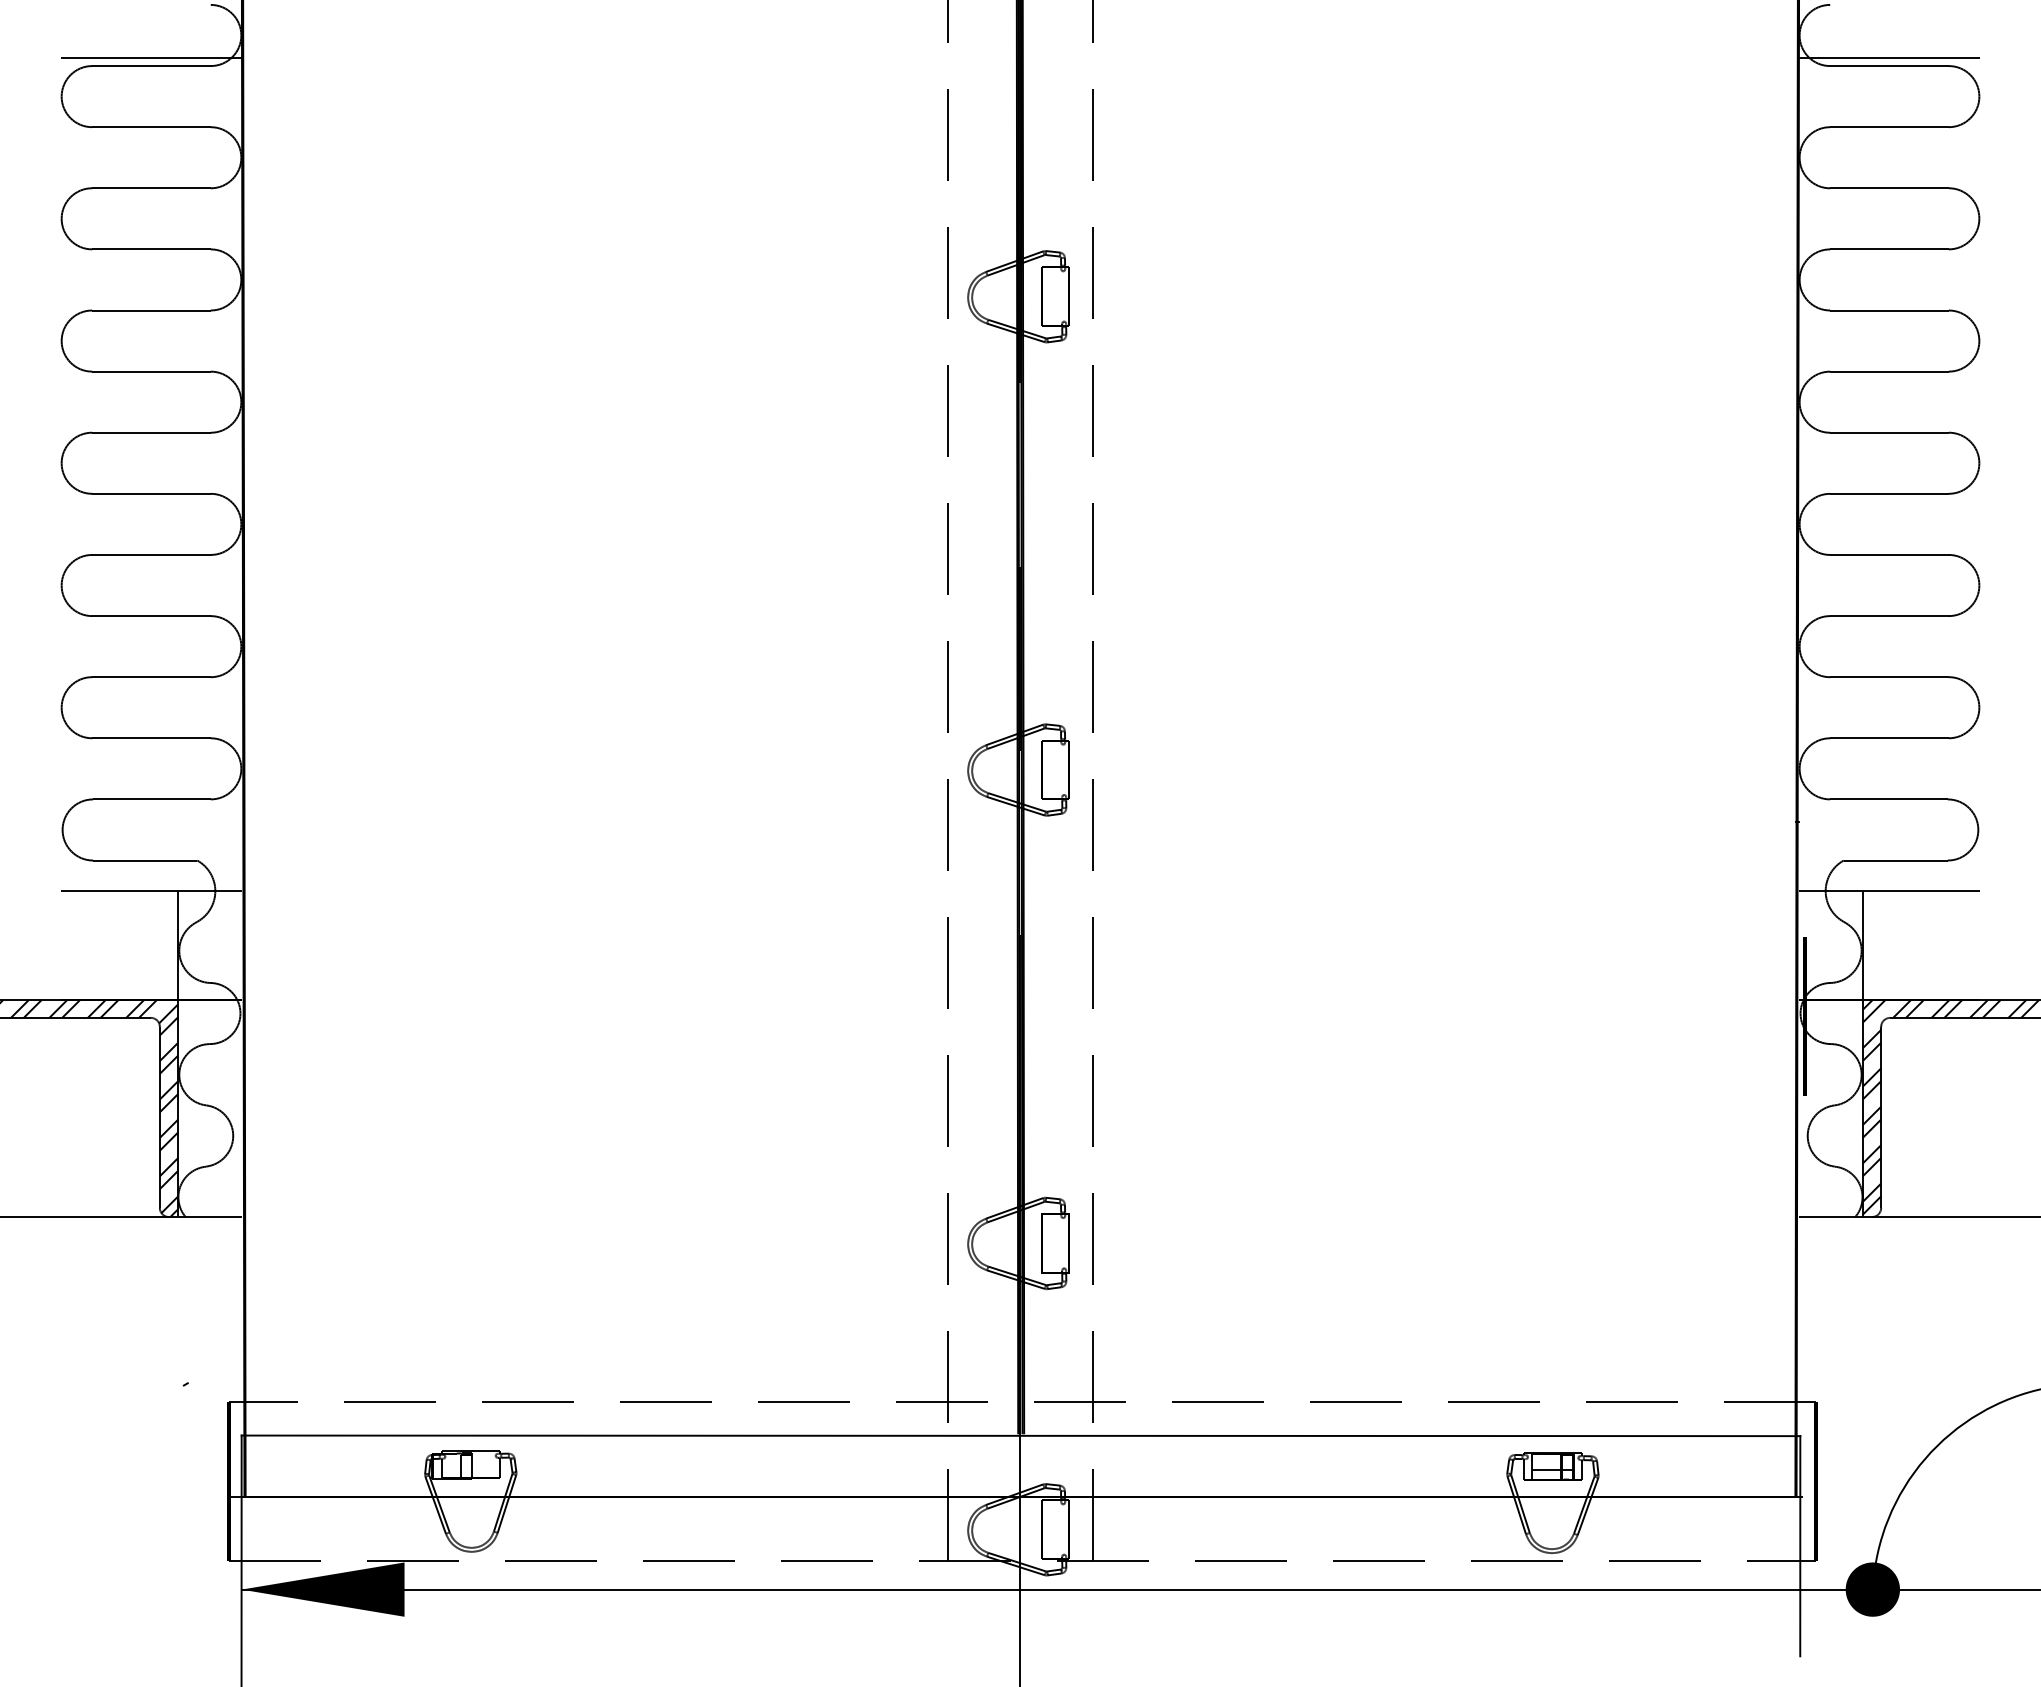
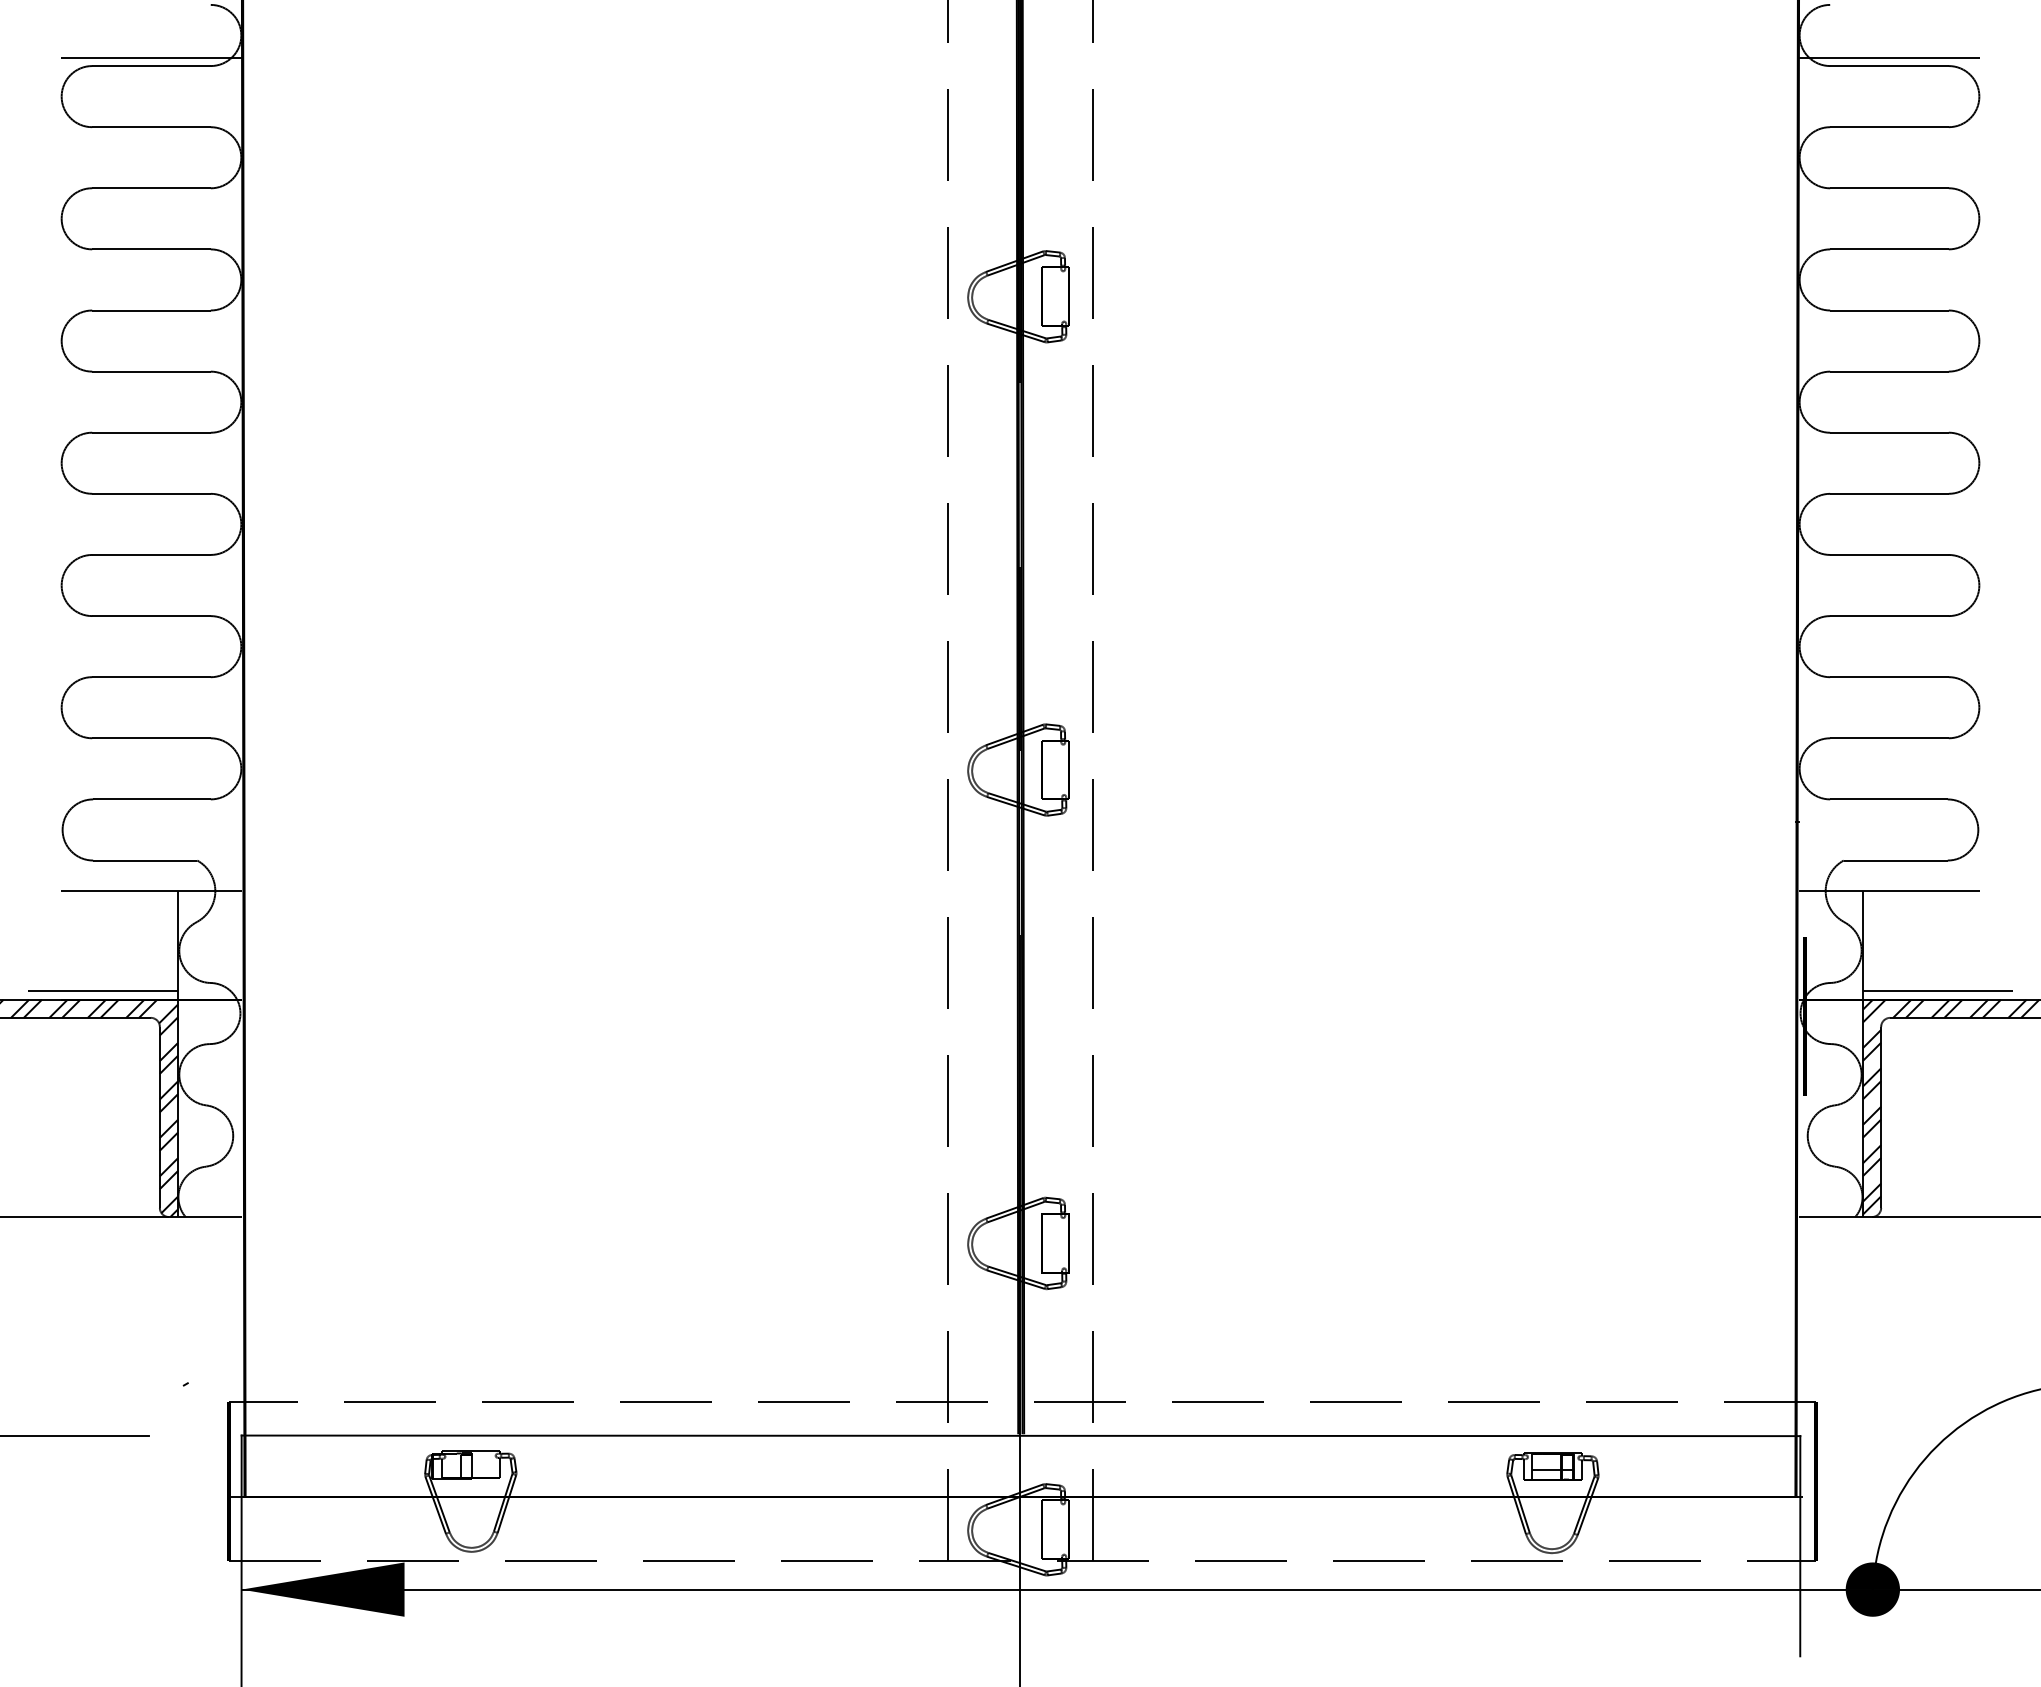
line at (102, 990): none -> present
line at (1937, 990): none -> present
line at (75, 1435): none -> present
